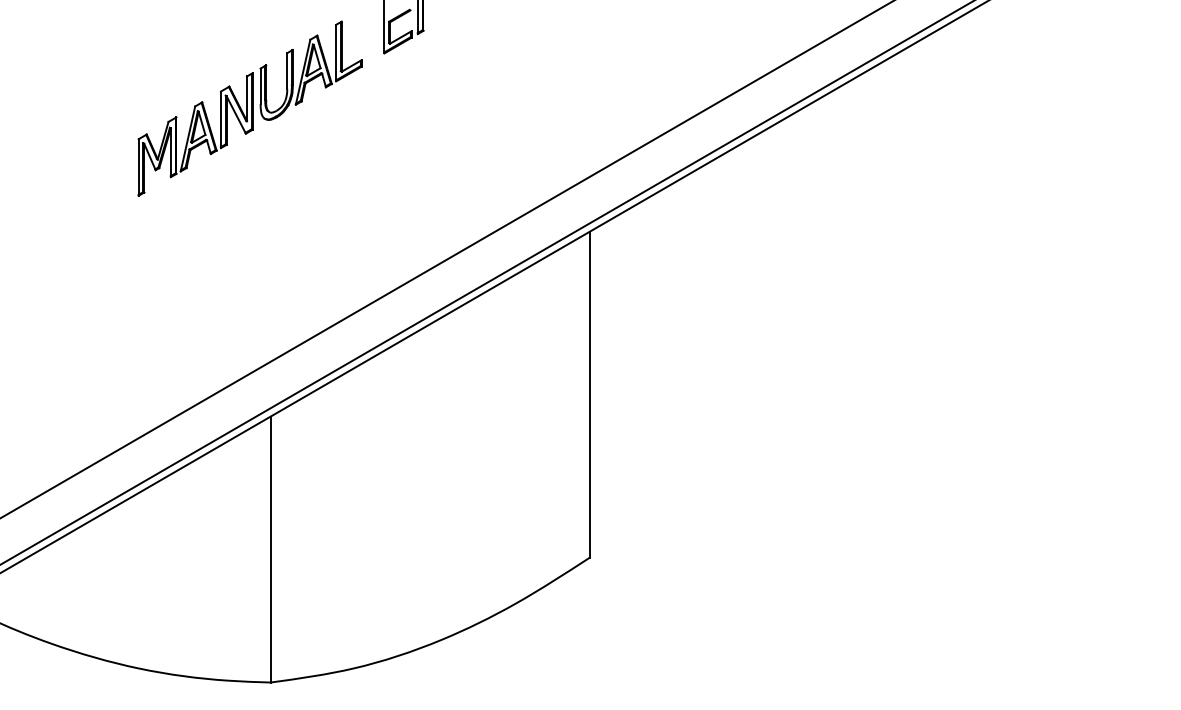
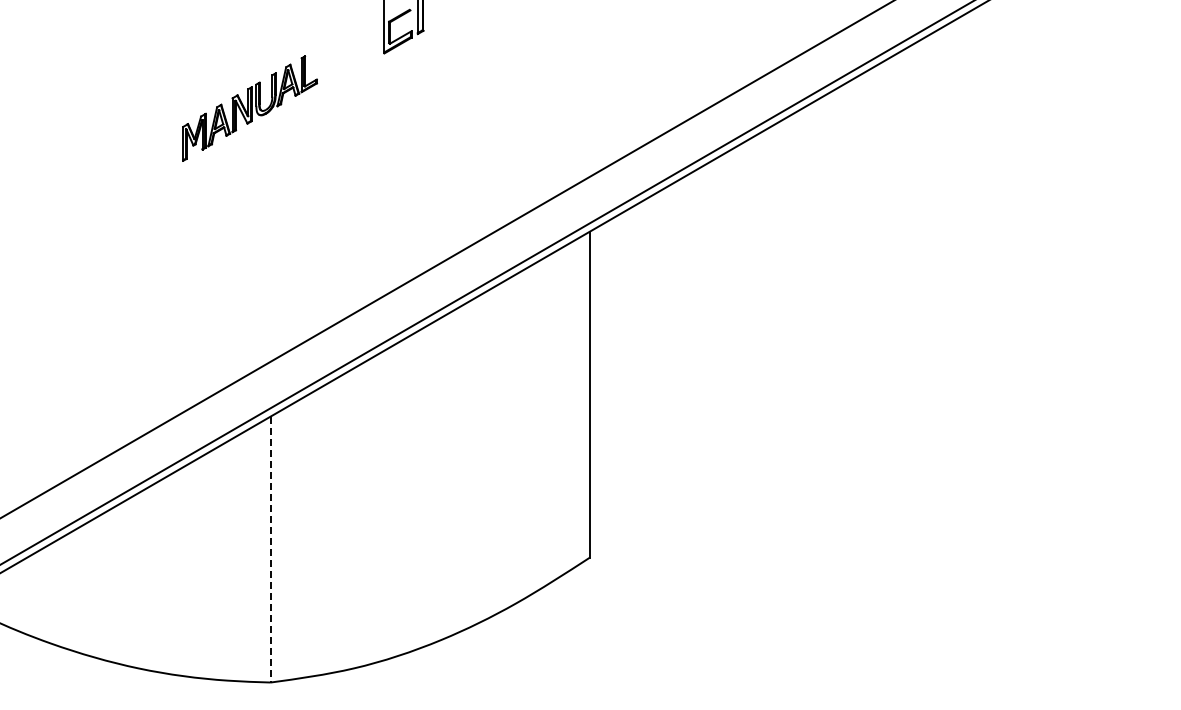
part at (249, 108) size: 226x177 px -> 136x107 px
line at (270, 549): solid -> dashed
